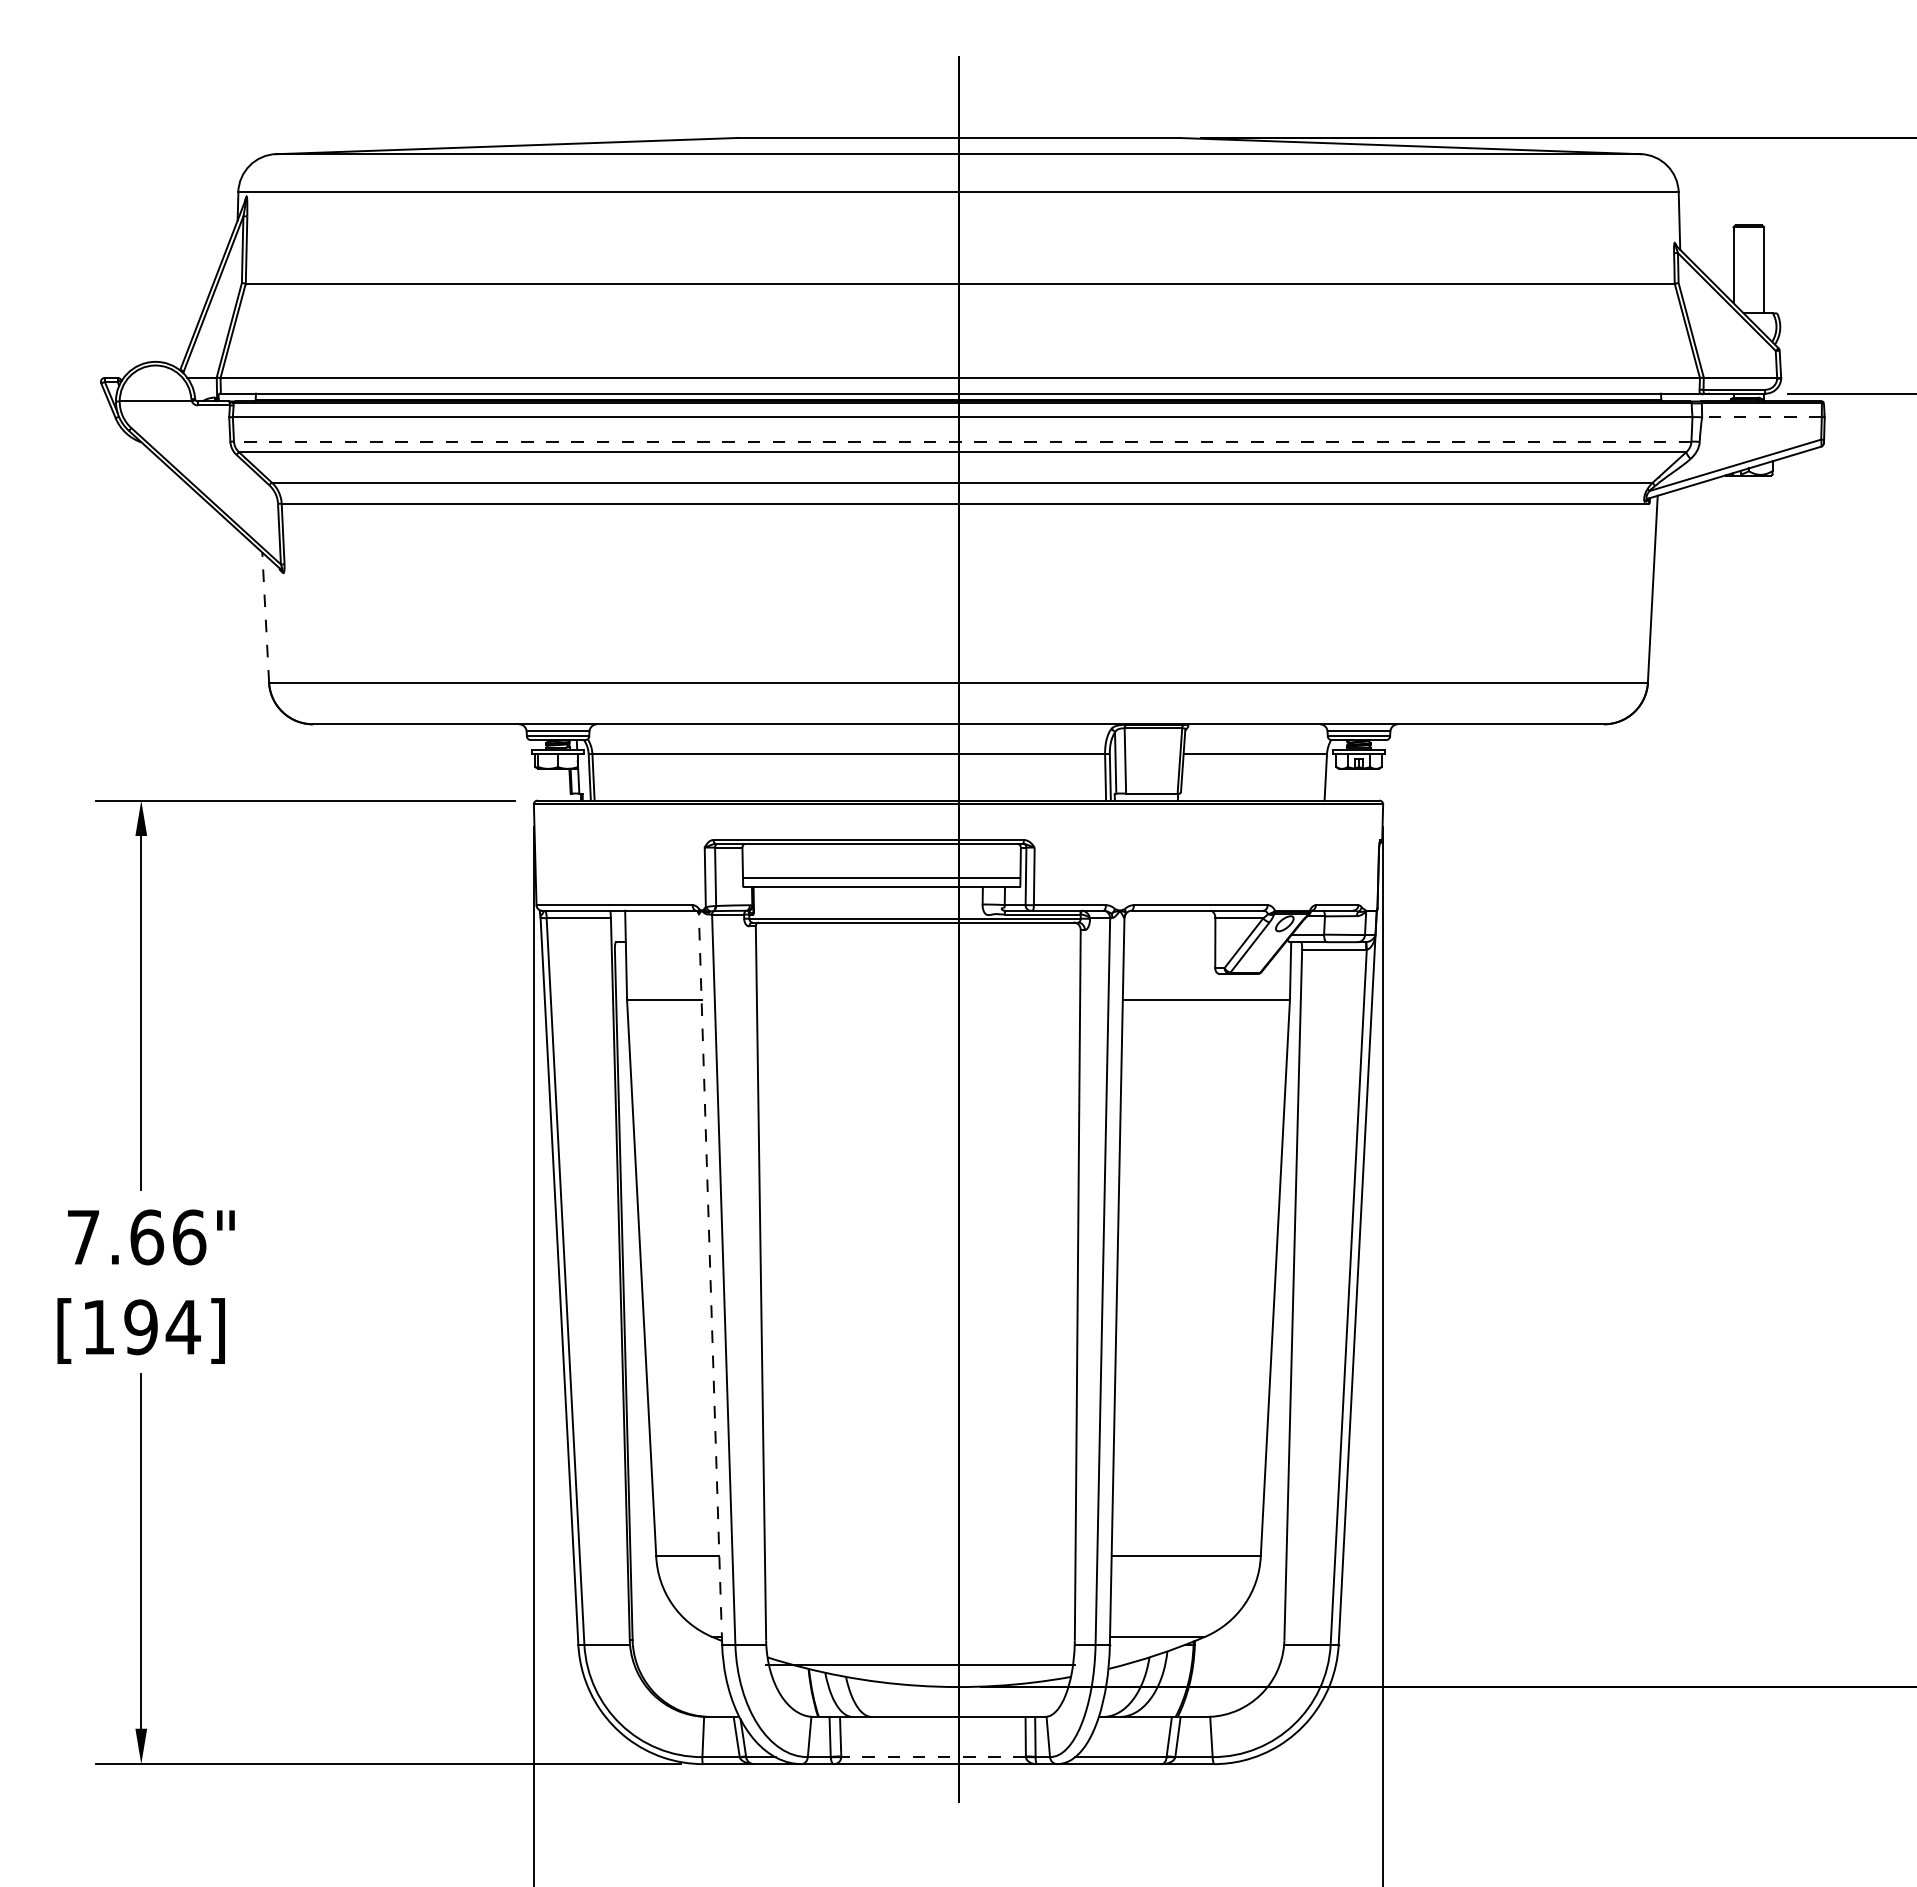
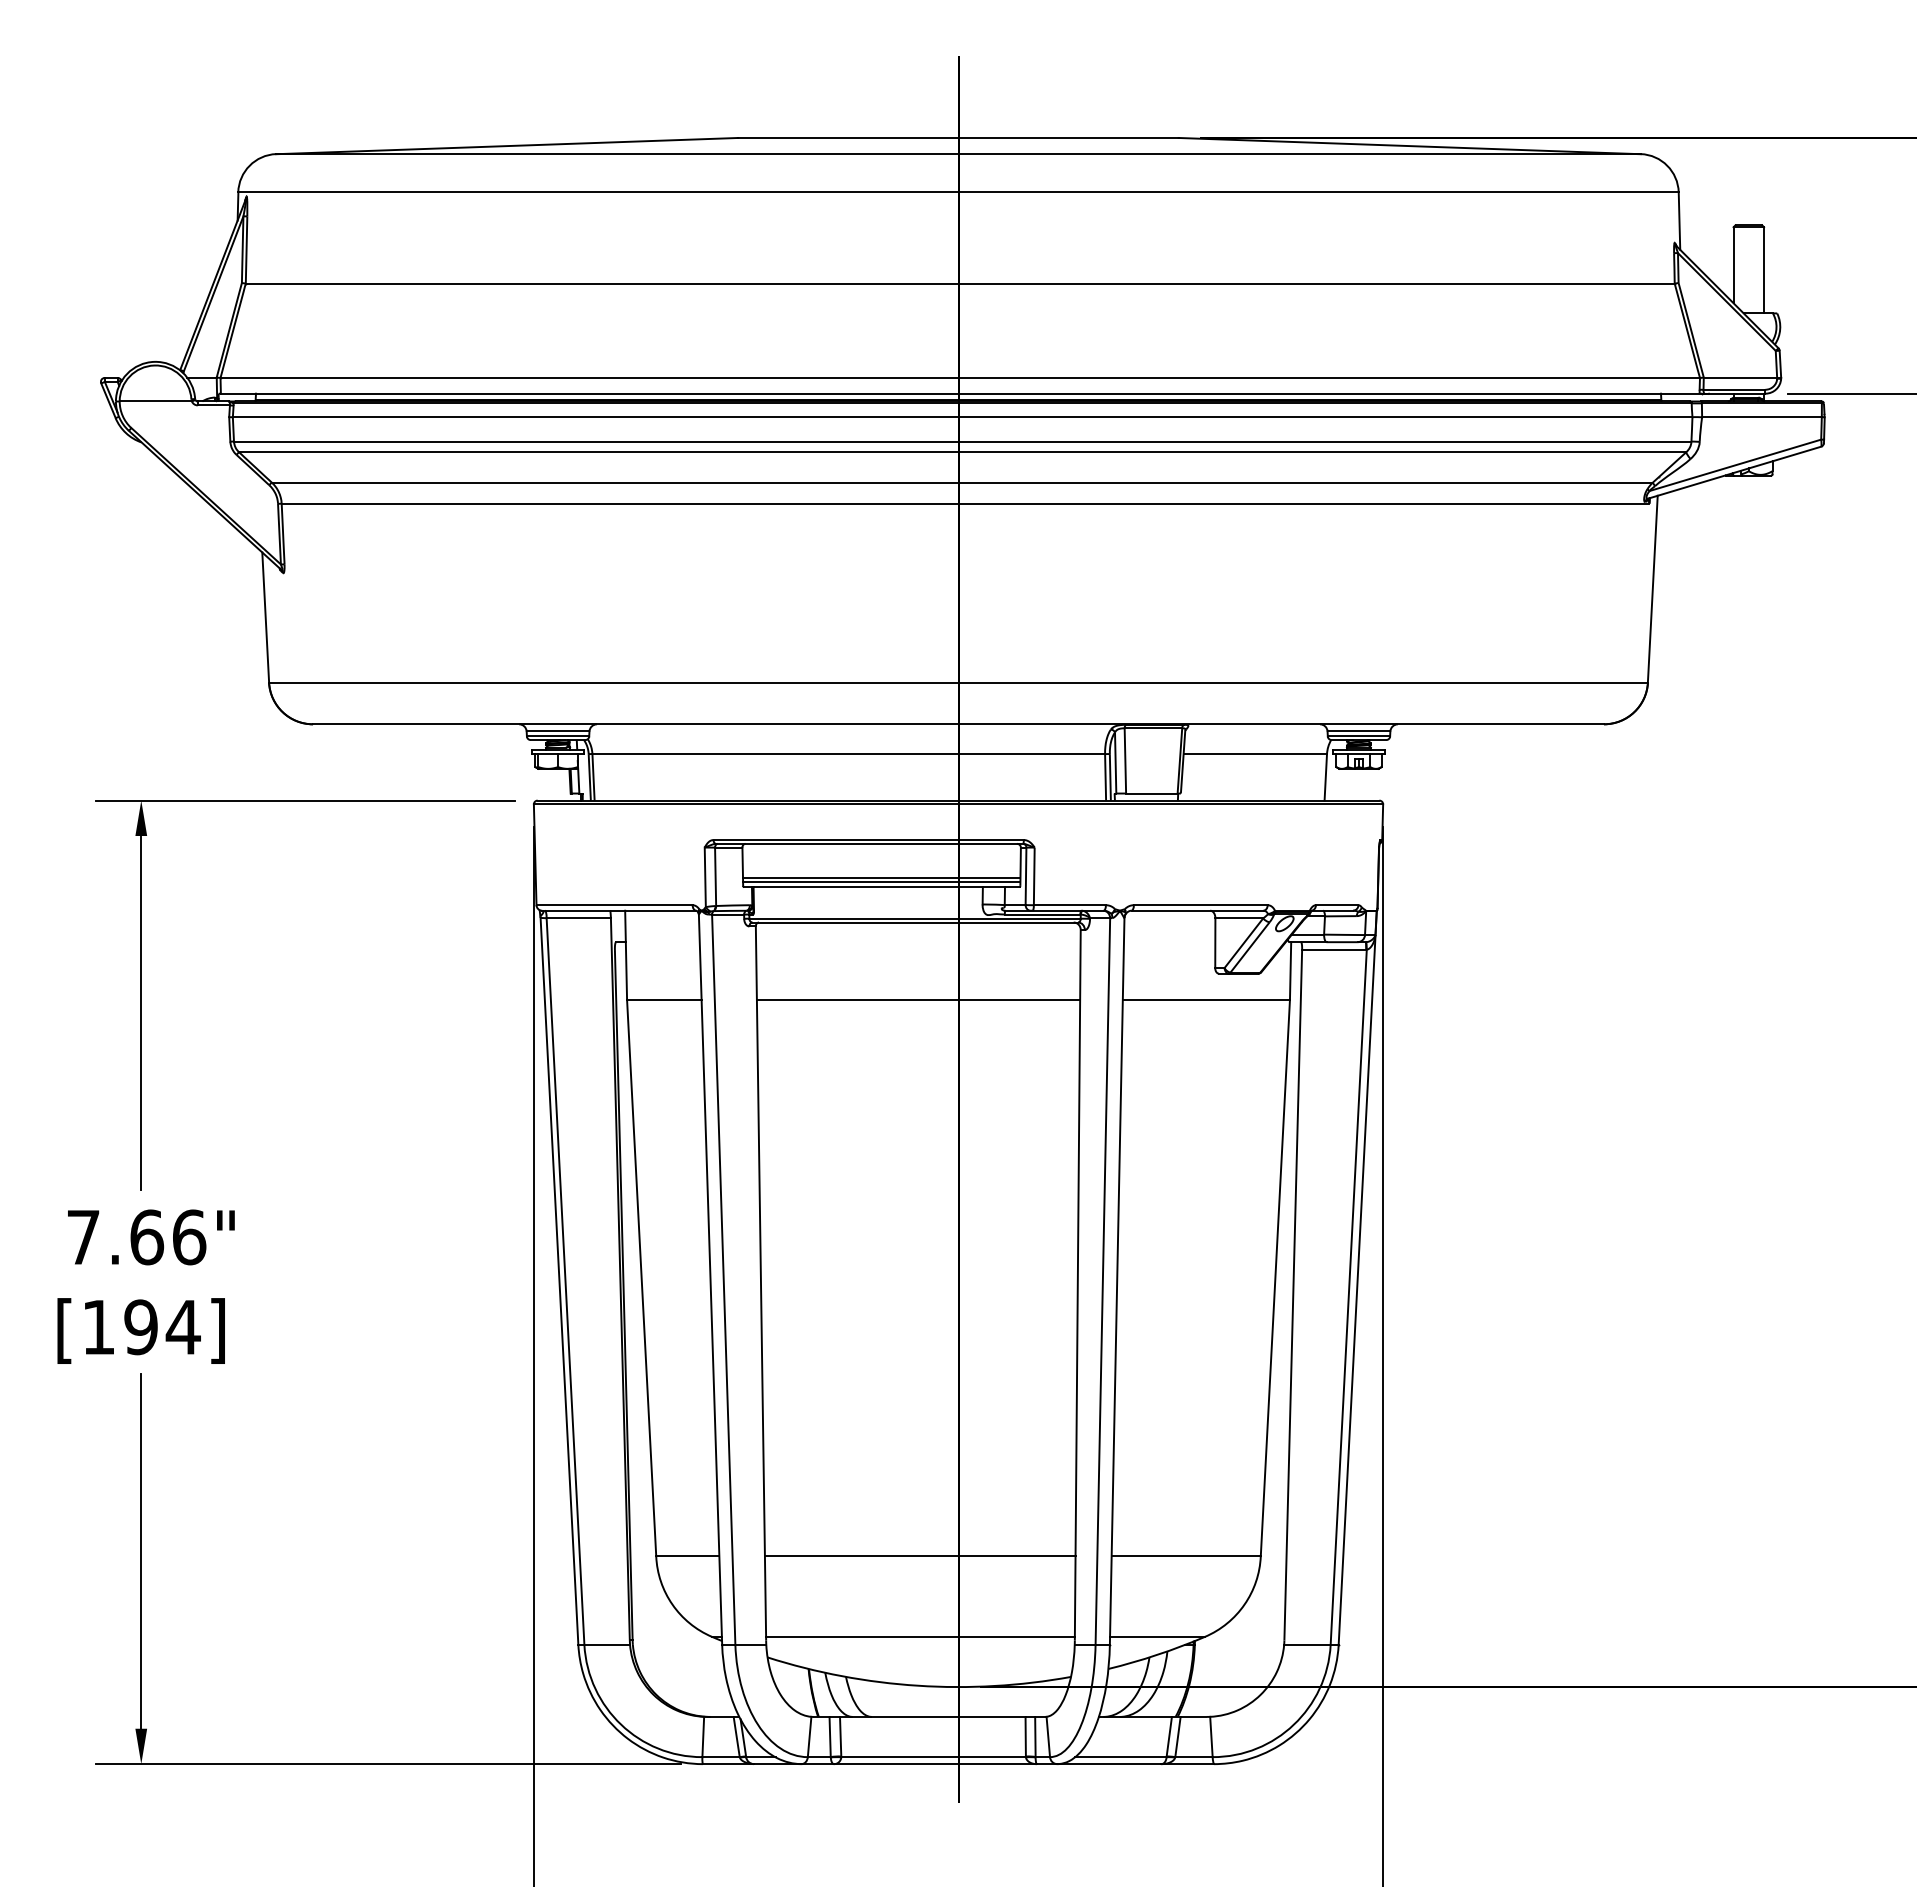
line at (1761, 417): dashed -> solid
line at (962, 441): dashed -> solid
line at (265, 617): dashed -> solid
line at (881, 881): none -> present
line at (918, 999): none -> present
line at (710, 1279): dashed -> solid
line at (919, 1556): none -> present
line at (920, 1664) position: (920, 1664) -> (920, 1636)
line at (933, 1757): dashed -> solid
